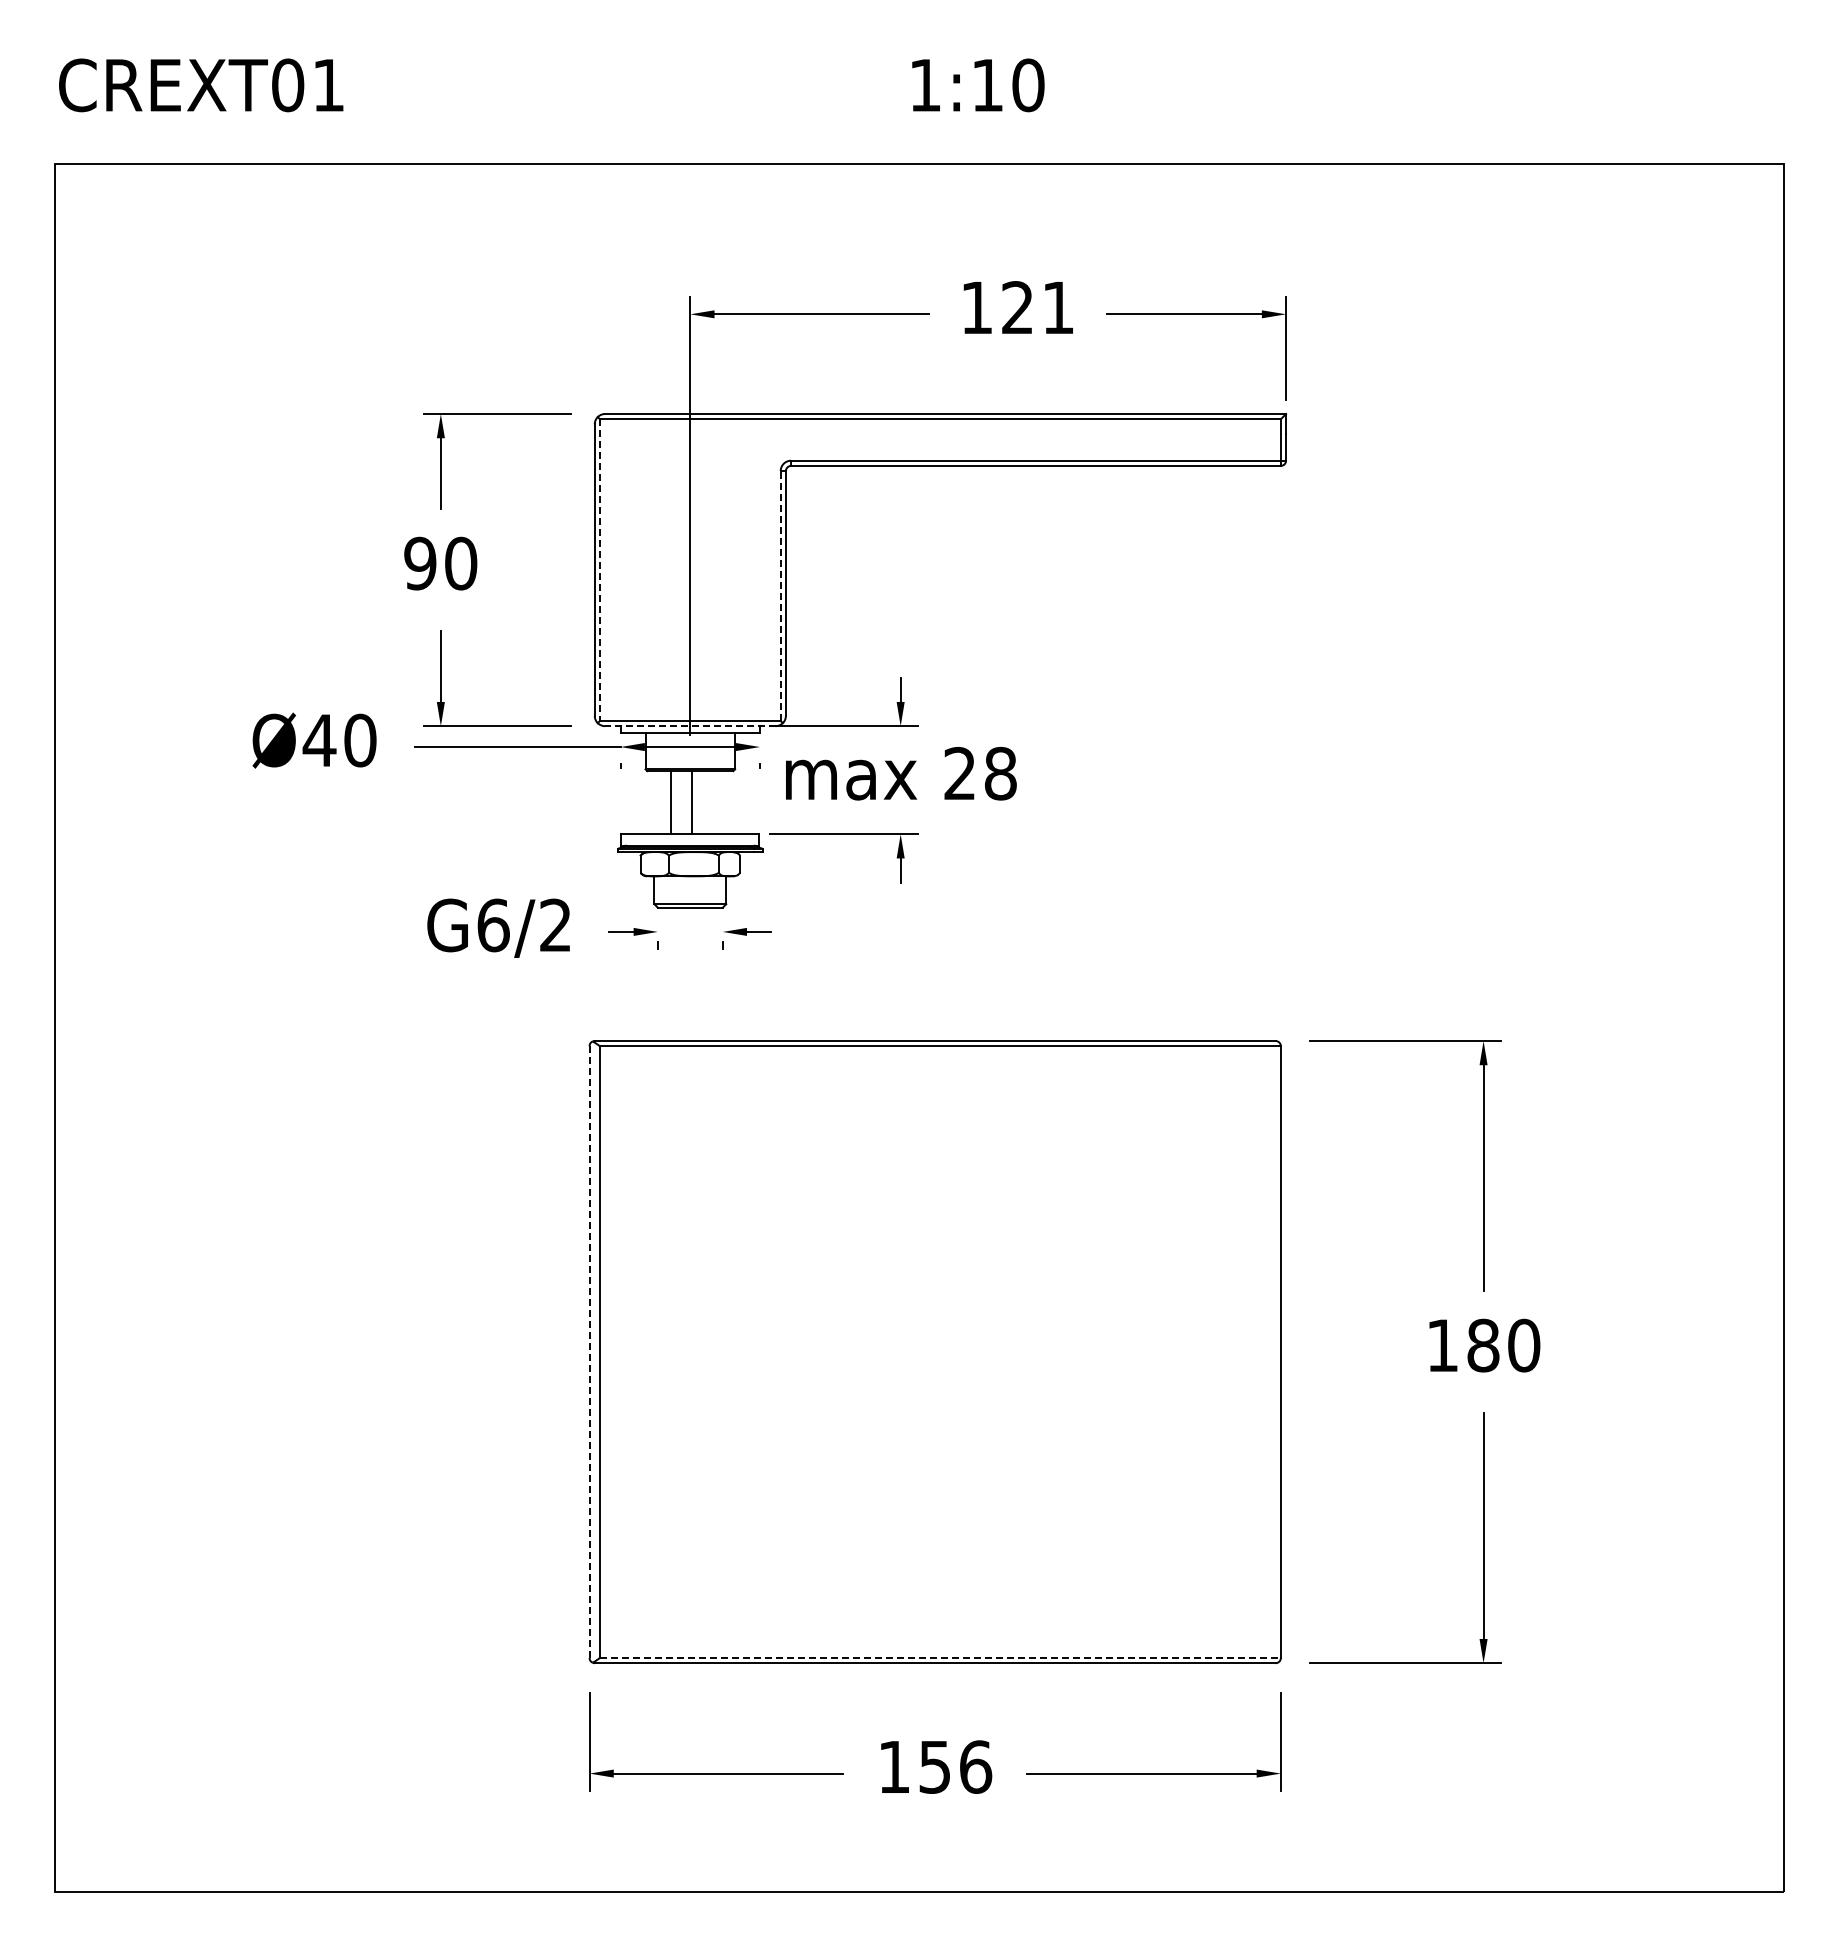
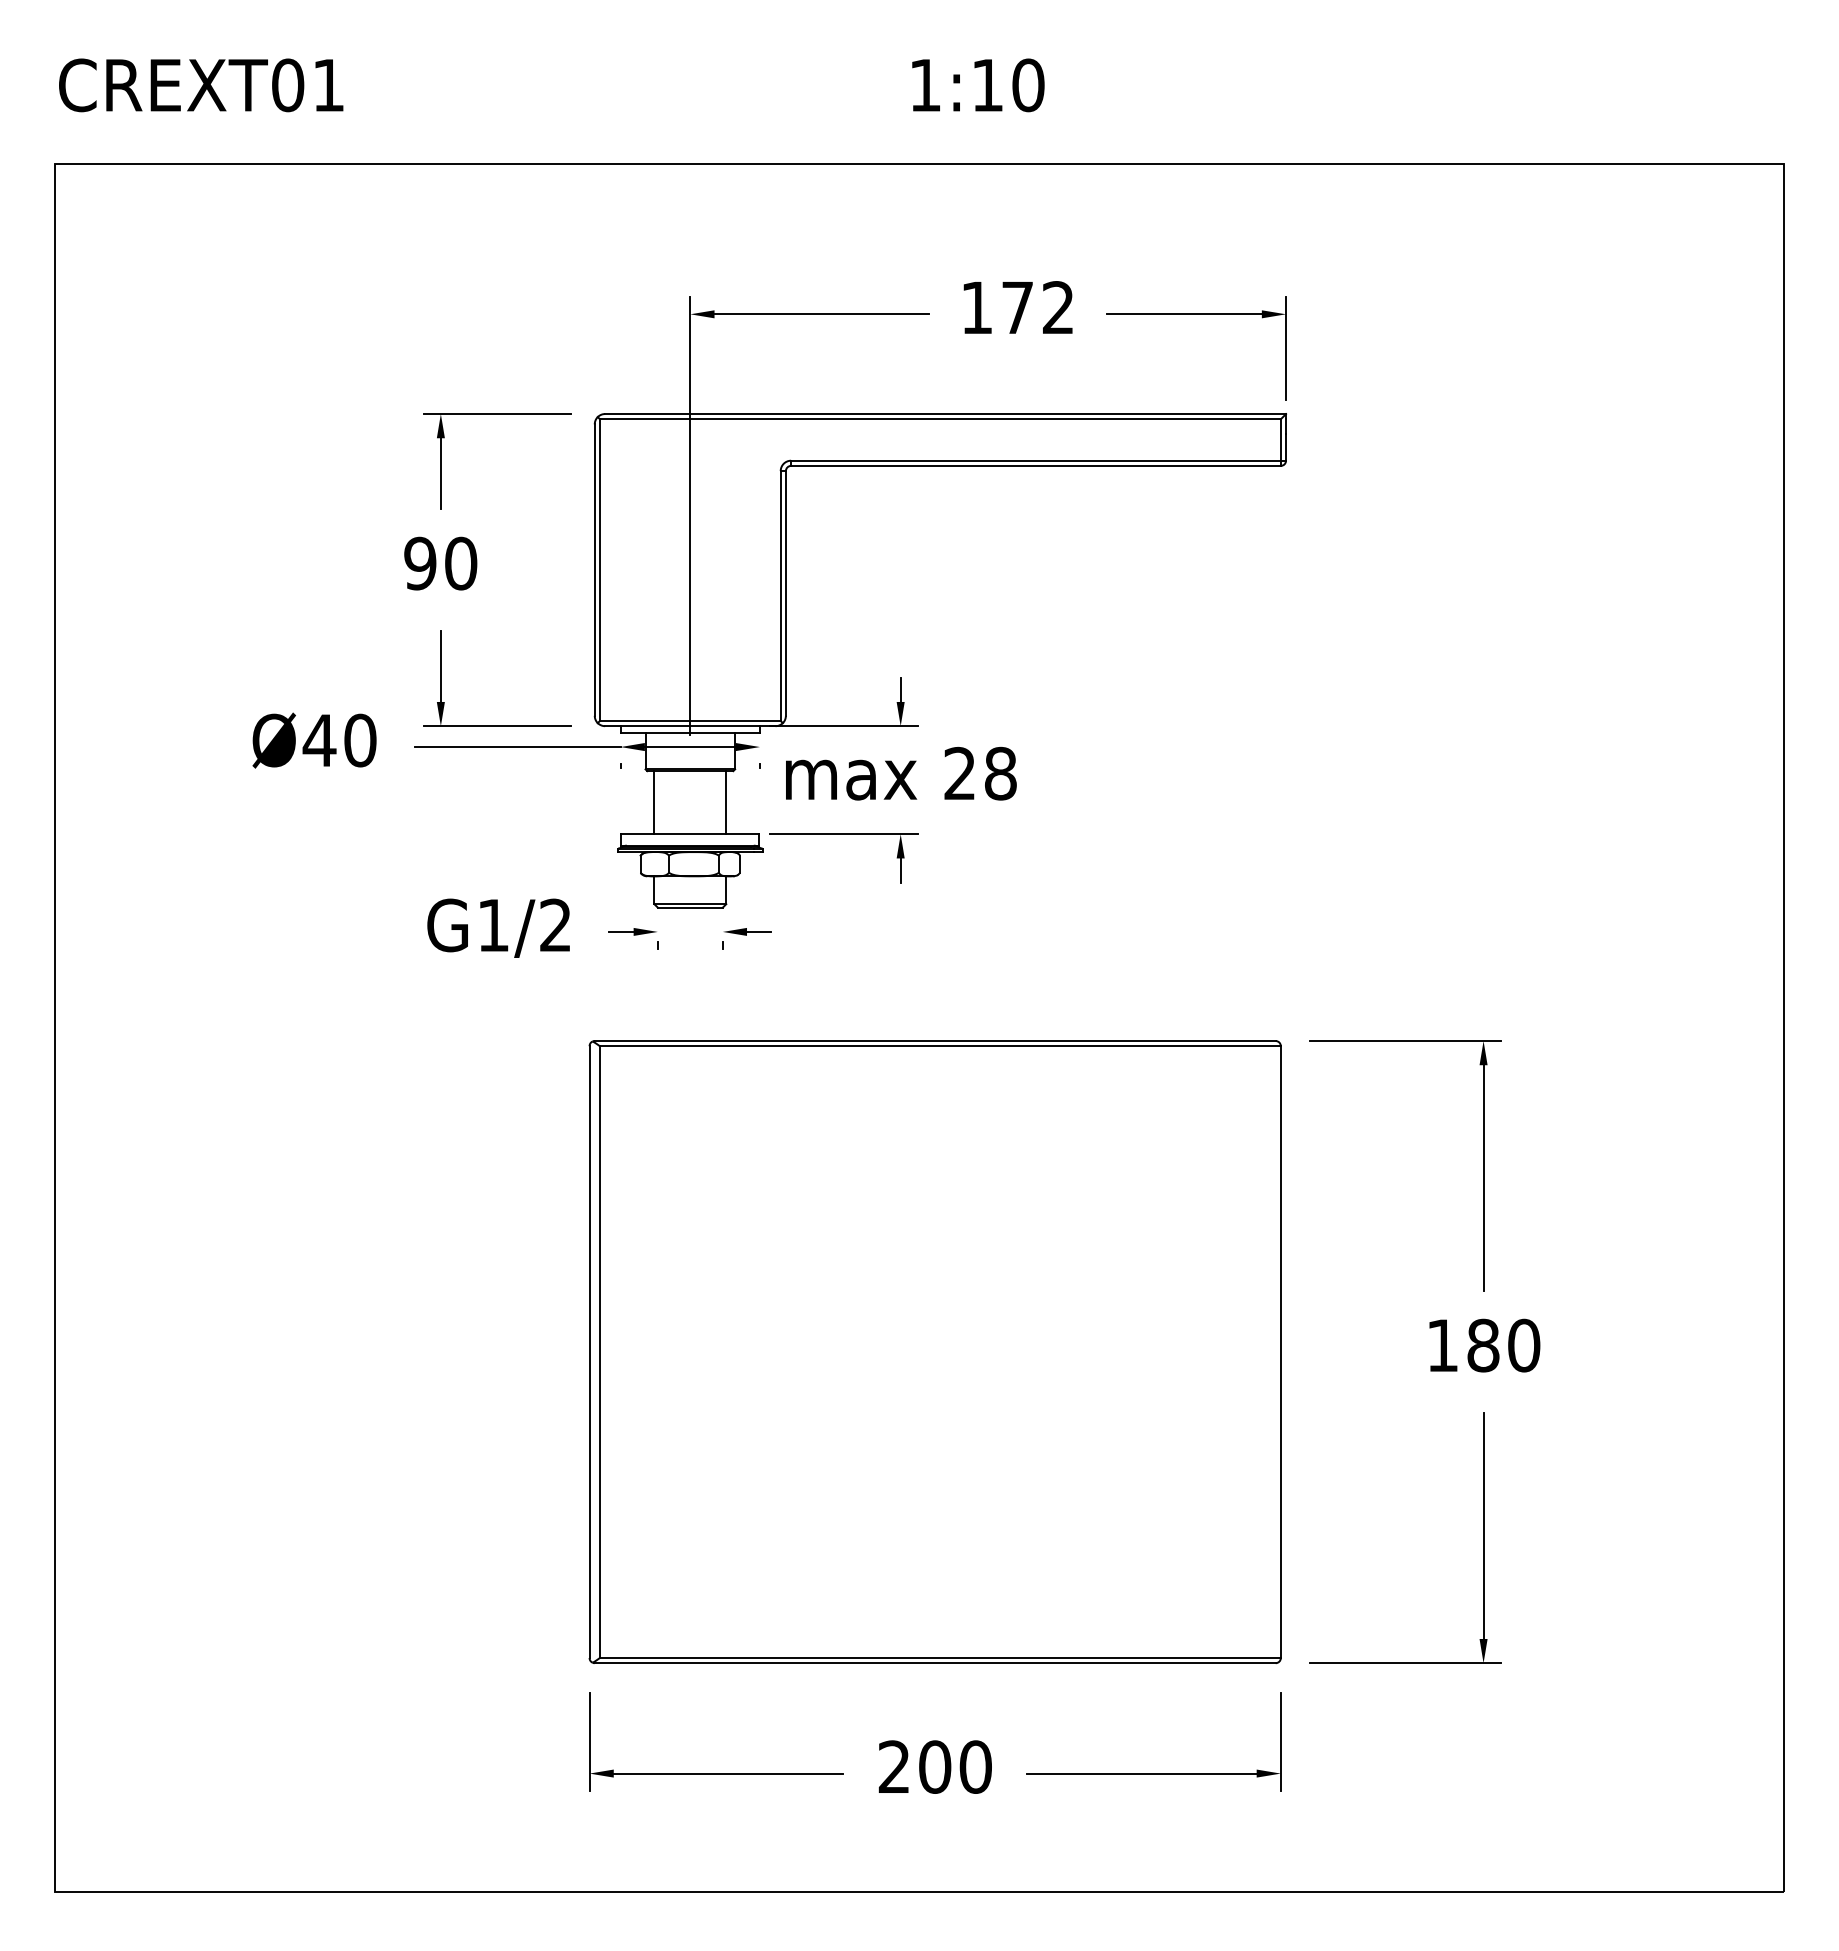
text at (1037, 307): 121 -> 172
line at (599, 570): dashed -> solid
line at (780, 596): dashed -> solid
line at (689, 726): dashed -> solid
line at (671, 802) position: (671, 802) -> (654, 802)
line at (692, 802) position: (692, 802) -> (726, 802)
text at (493, 925): G6/2 -> G1/2
line at (589, 1352): dashed -> solid
line at (940, 1658): dashed -> solid
text at (935, 1766): 156 -> 200
